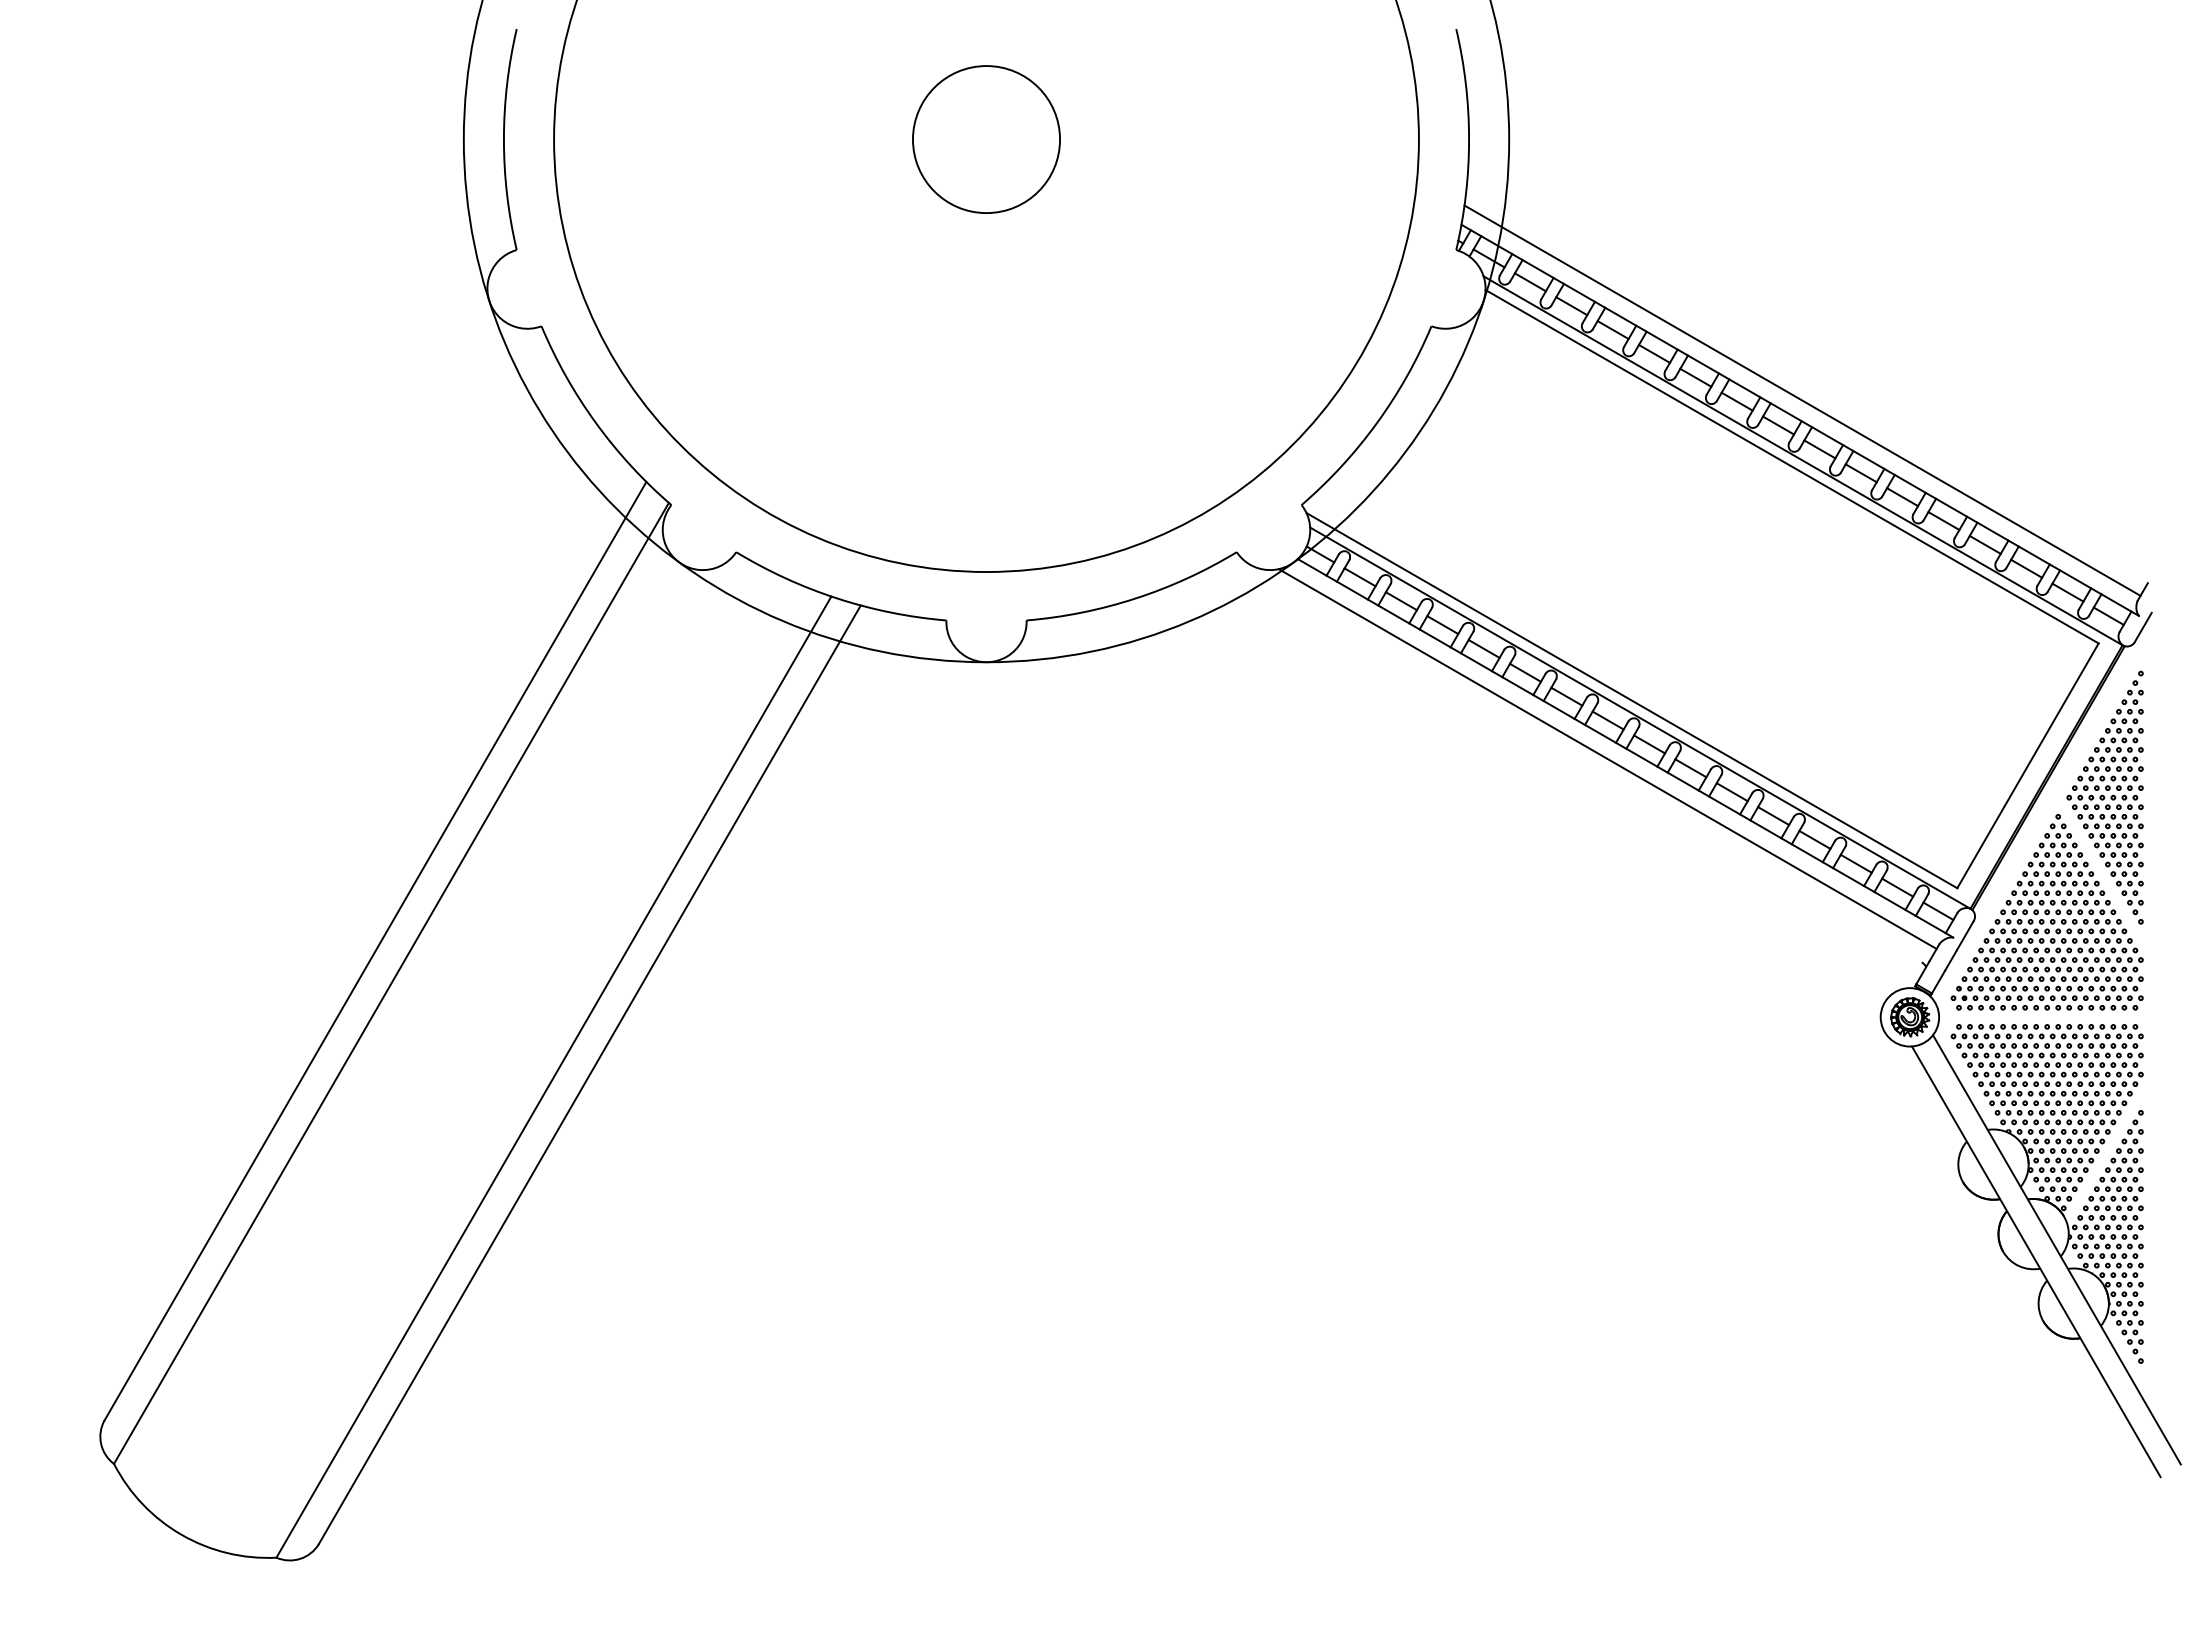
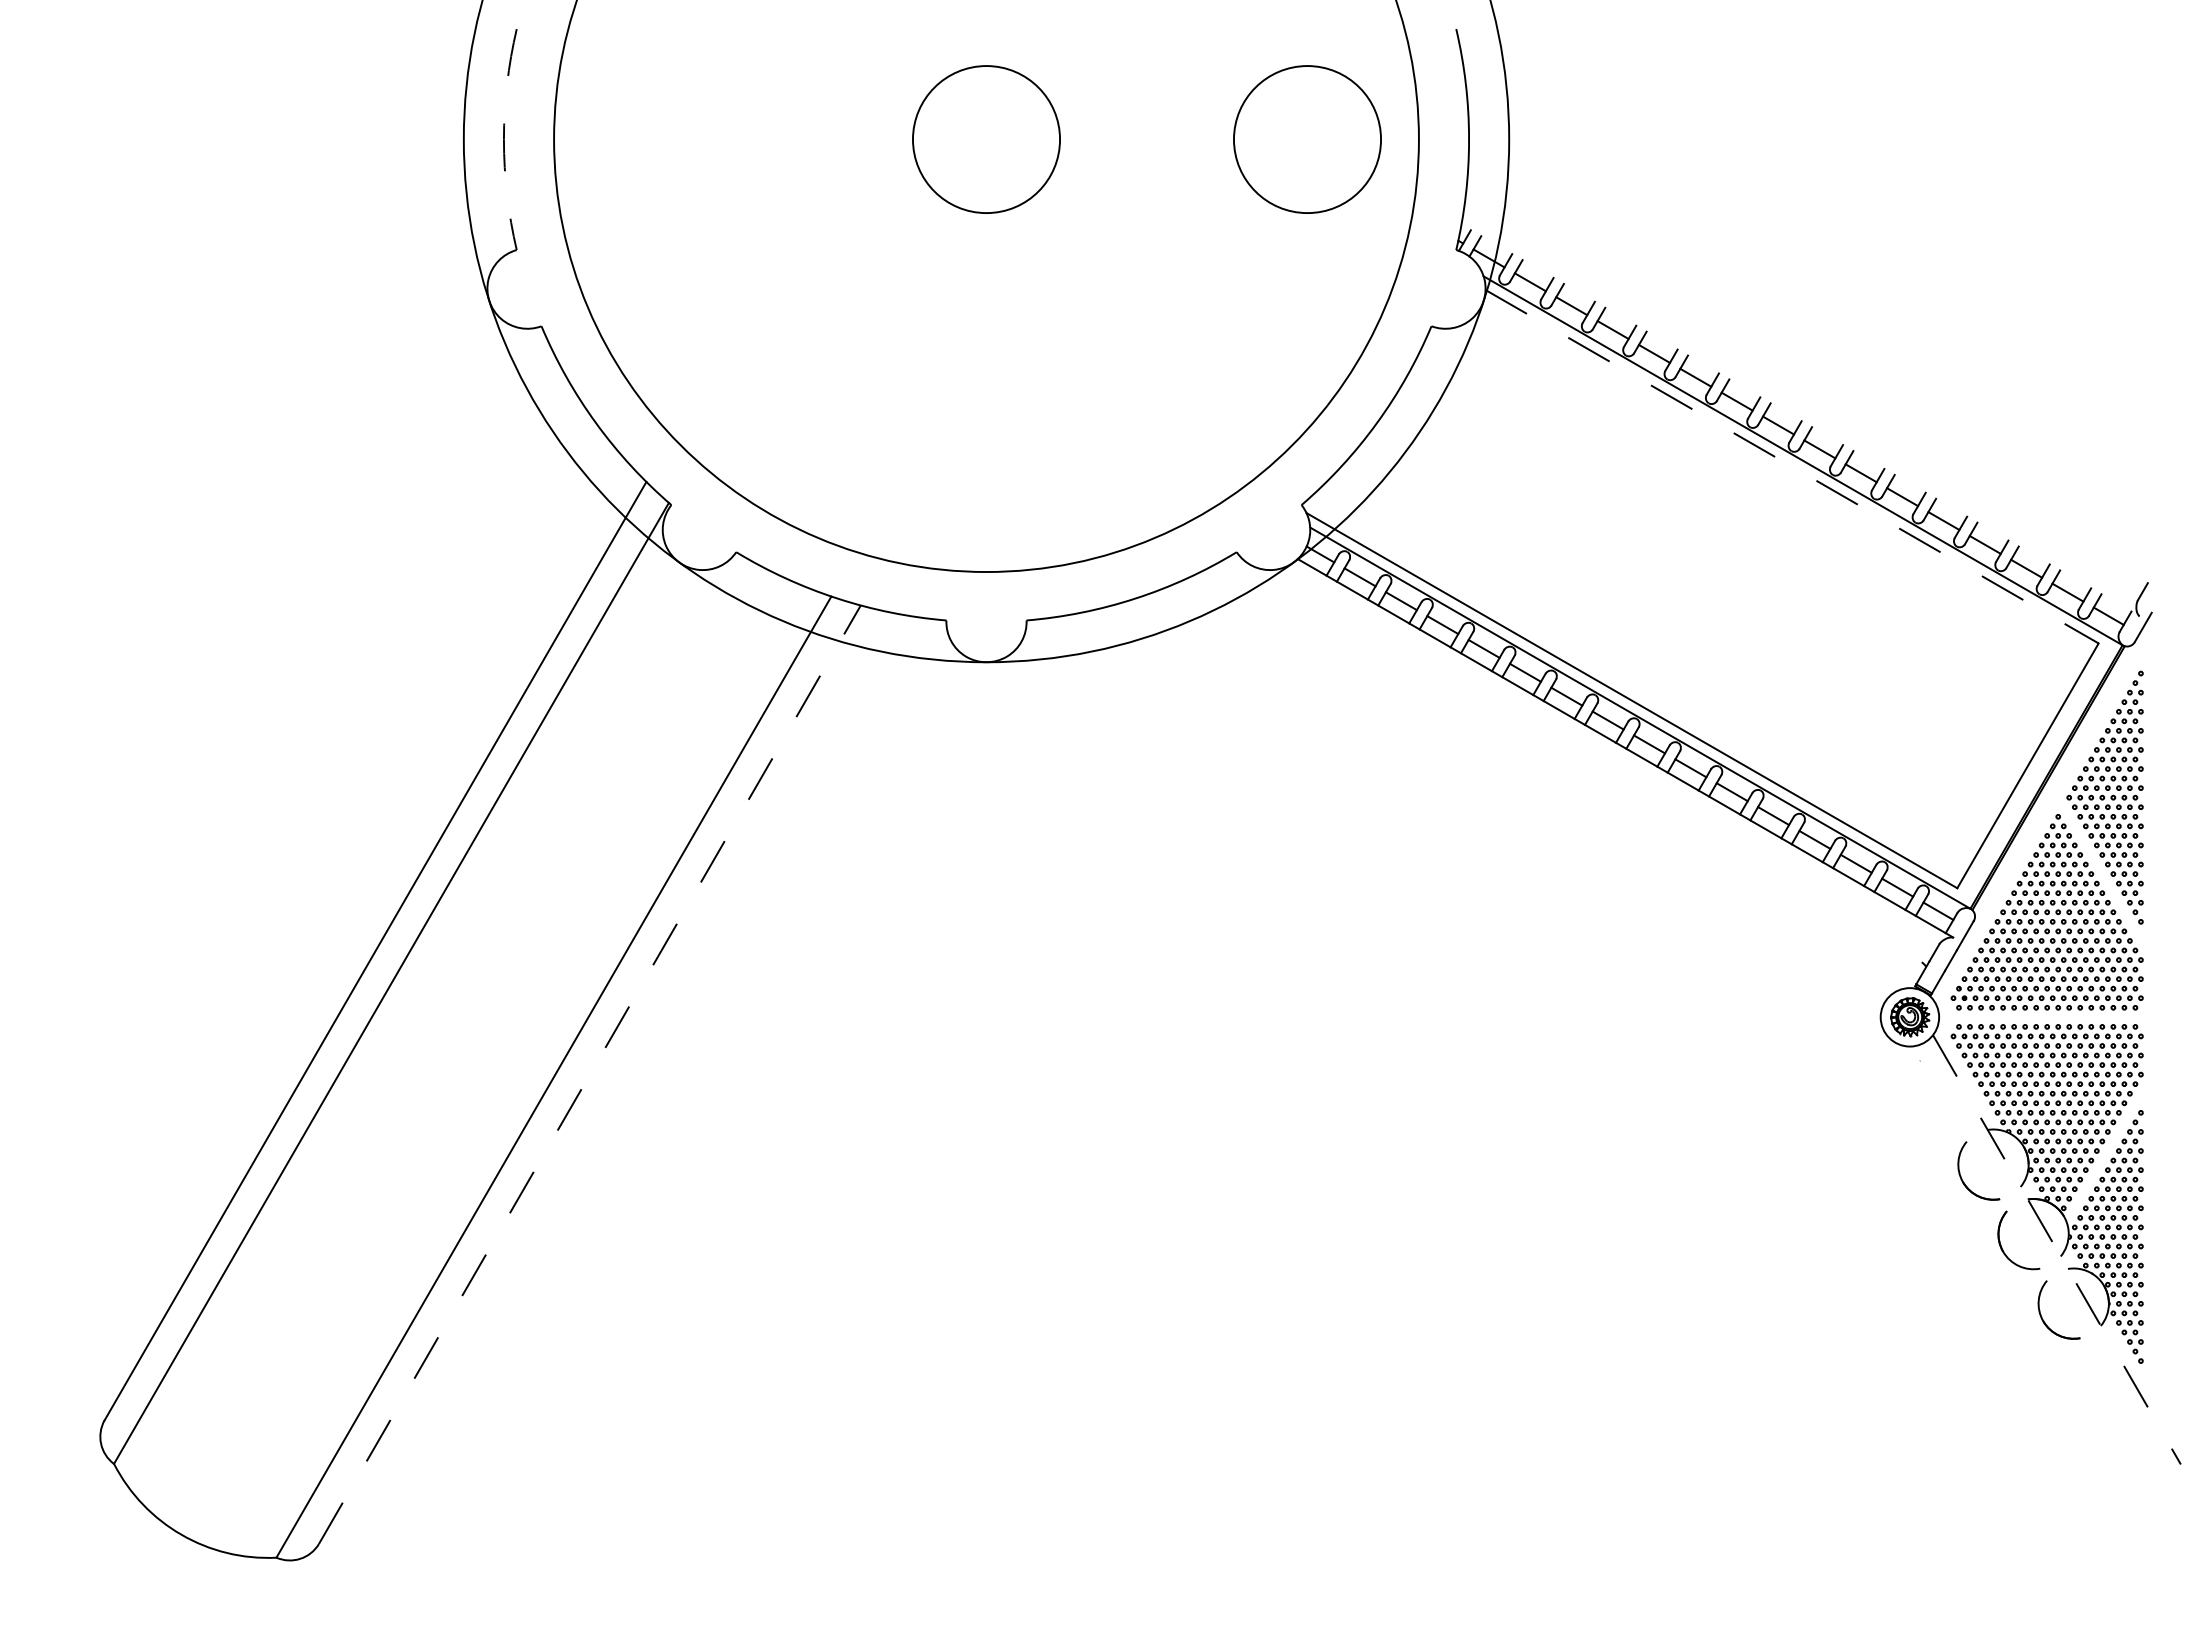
arc at (503, 139): solid -> dashed
circle at (1307, 139): none -> present
line at (1802, 400): present -> none
line at (1799, 419): present -> none
line at (1792, 466): solid -> dashed
line at (1607, 758): present -> none
line at (589, 1074): solid -> dashed
line at (2056, 1249): solid -> dashed
line at (2035, 1261): present -> none
